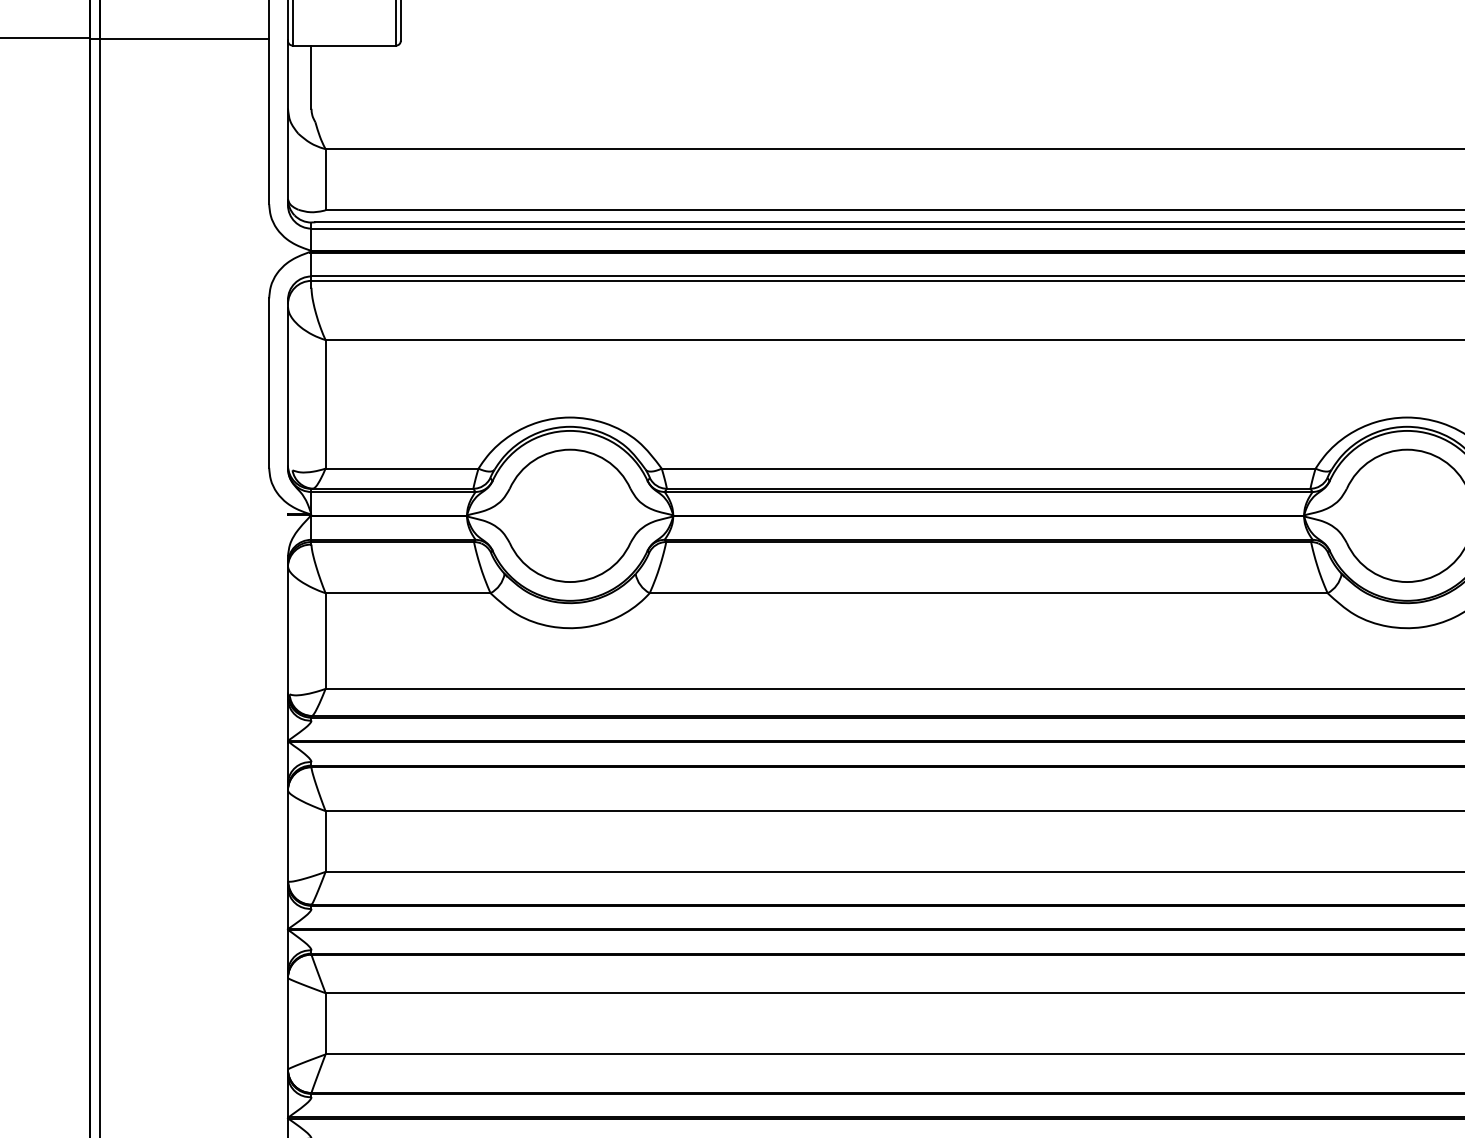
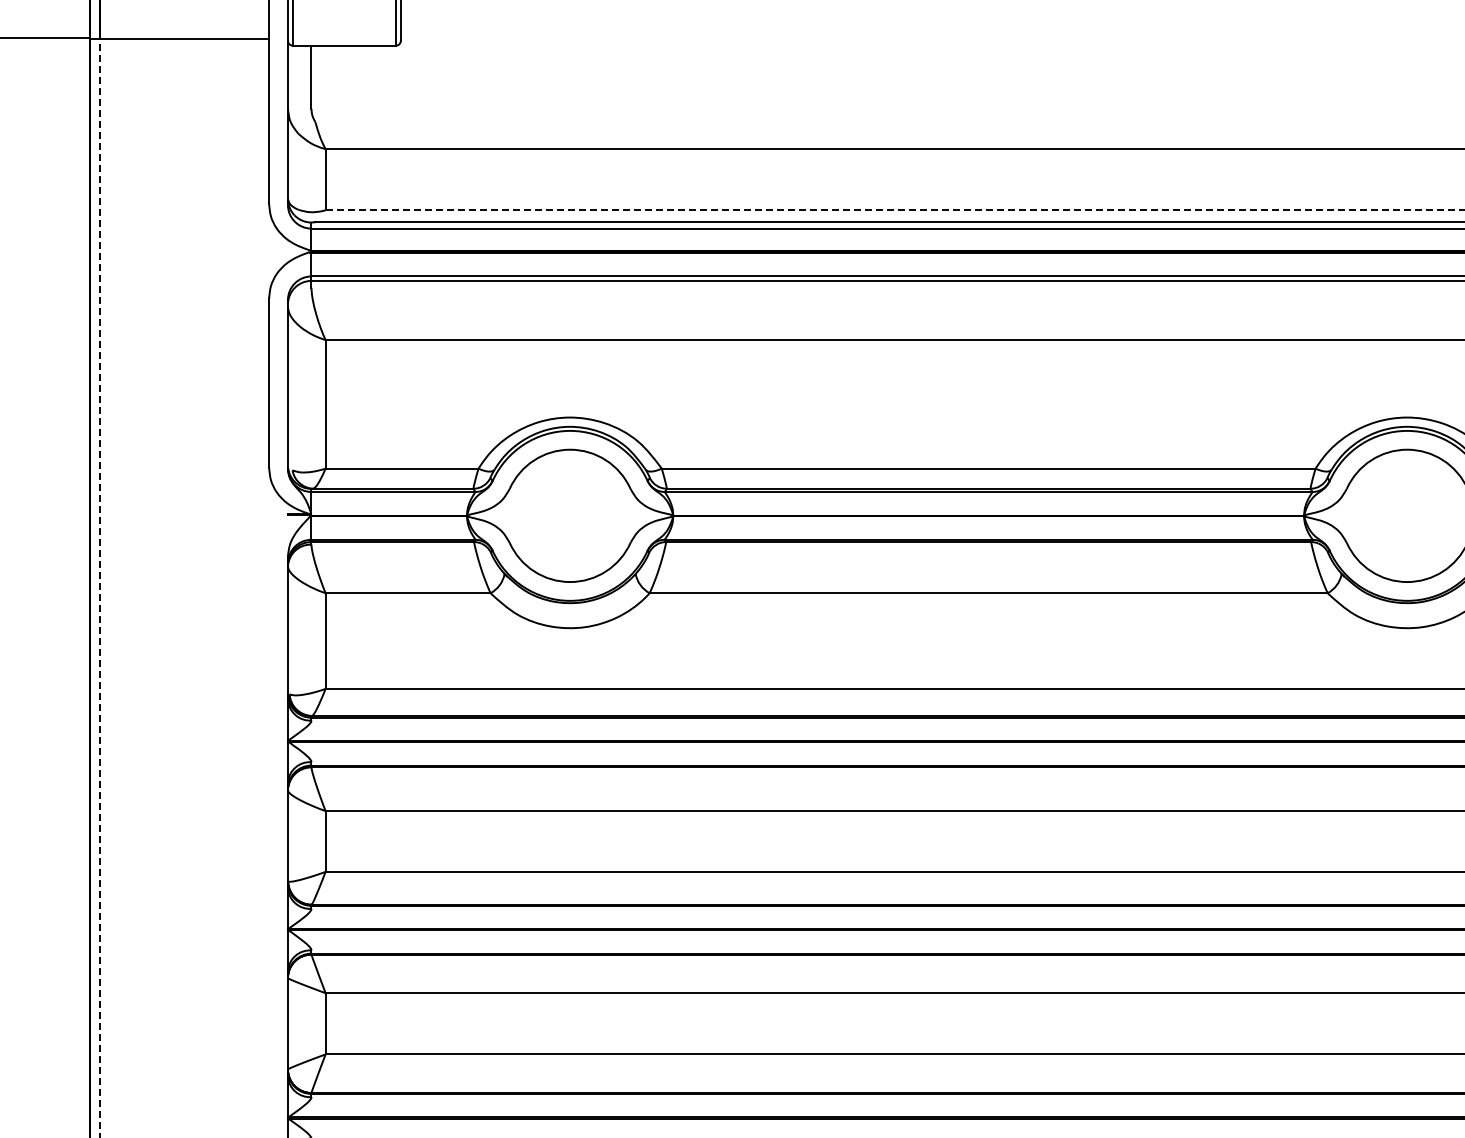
line at (895, 210): solid -> dashed
line at (99, 587): solid -> dashed
